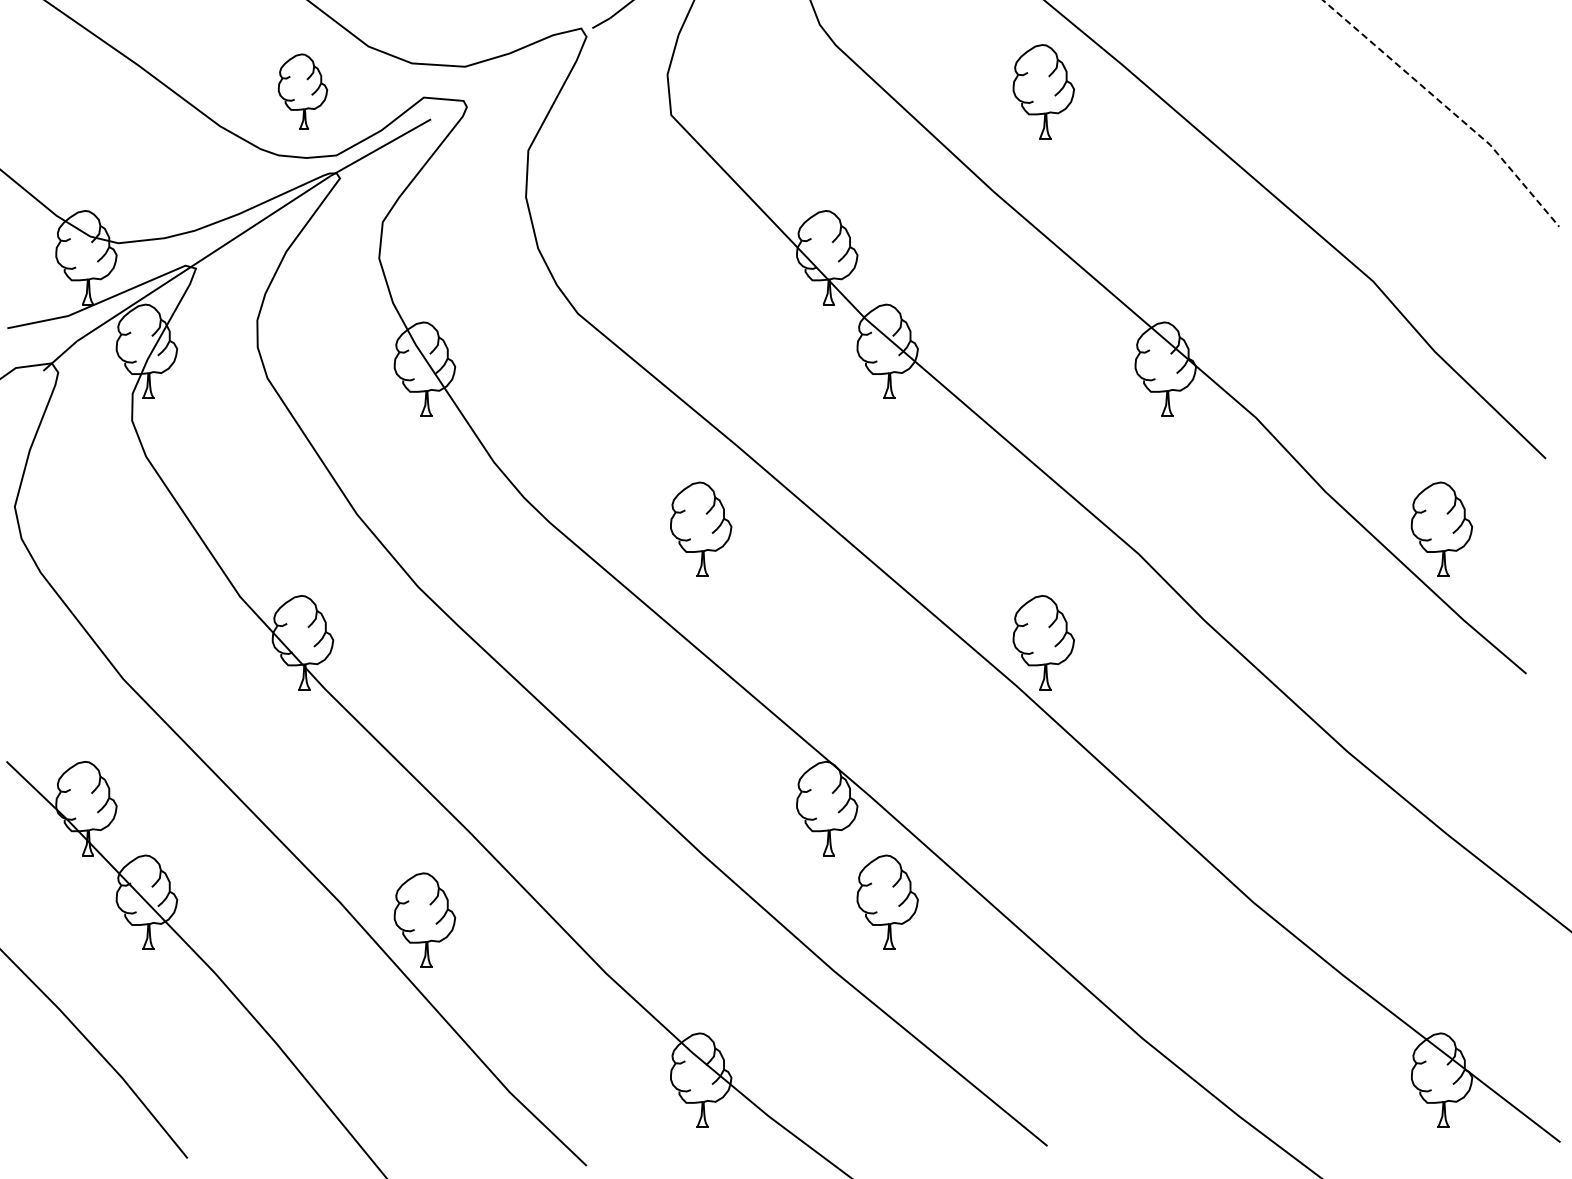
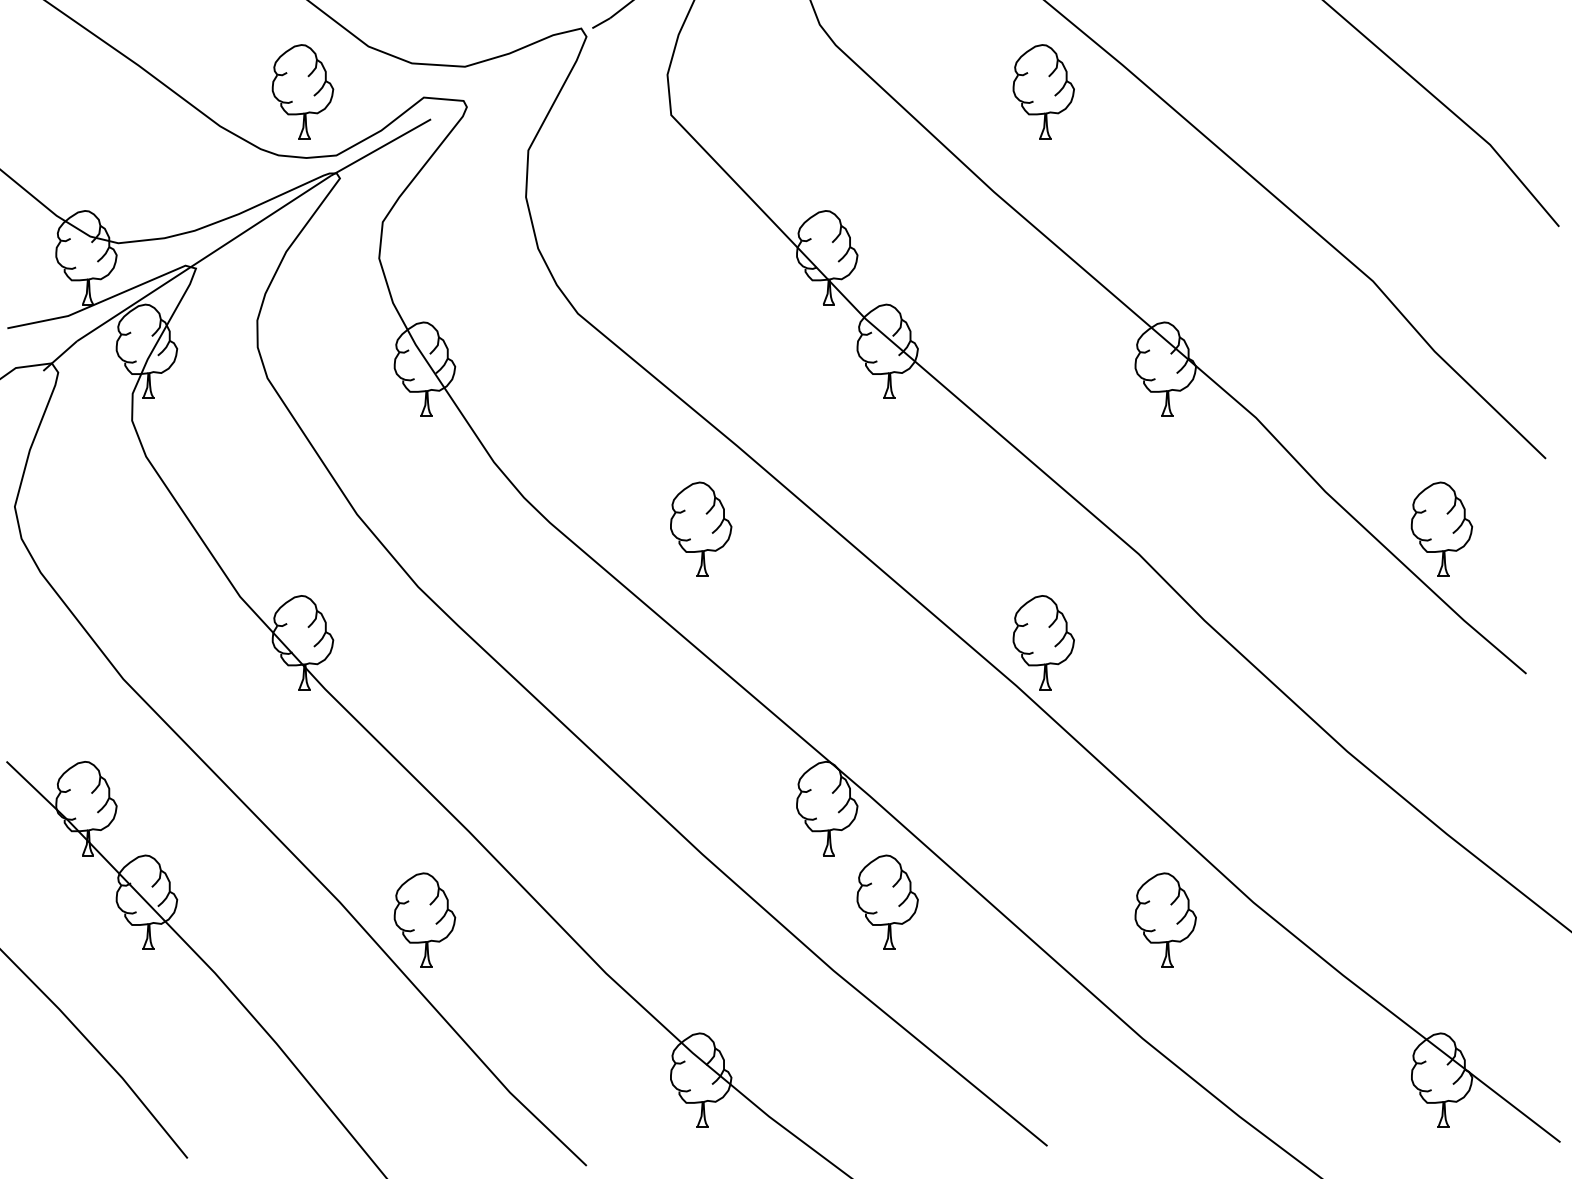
part at (302, 91) size: 52x77 px -> 64x96 px
line at (1447, 108): dashed -> solid
part at (1165, 919): none -> present
